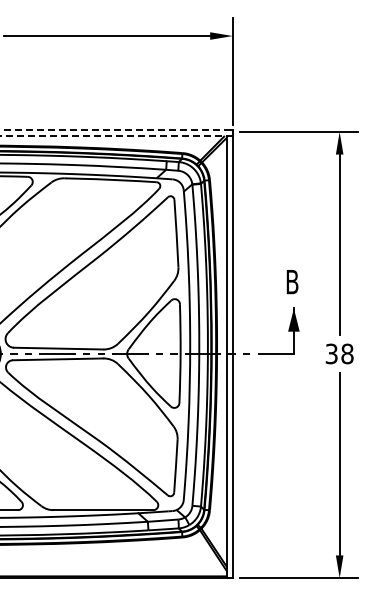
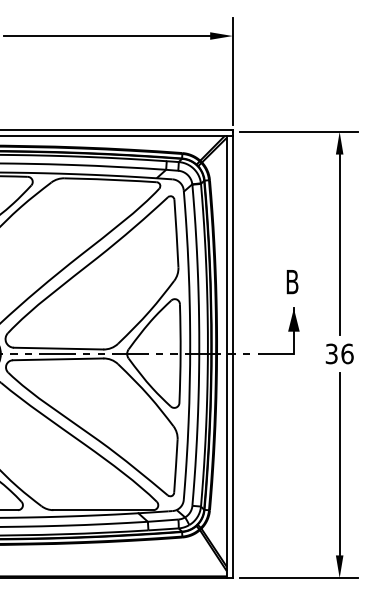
line at (115, 129): dashed -> solid
line at (116, 135): dashed -> solid
text at (347, 353): 38 -> 36
